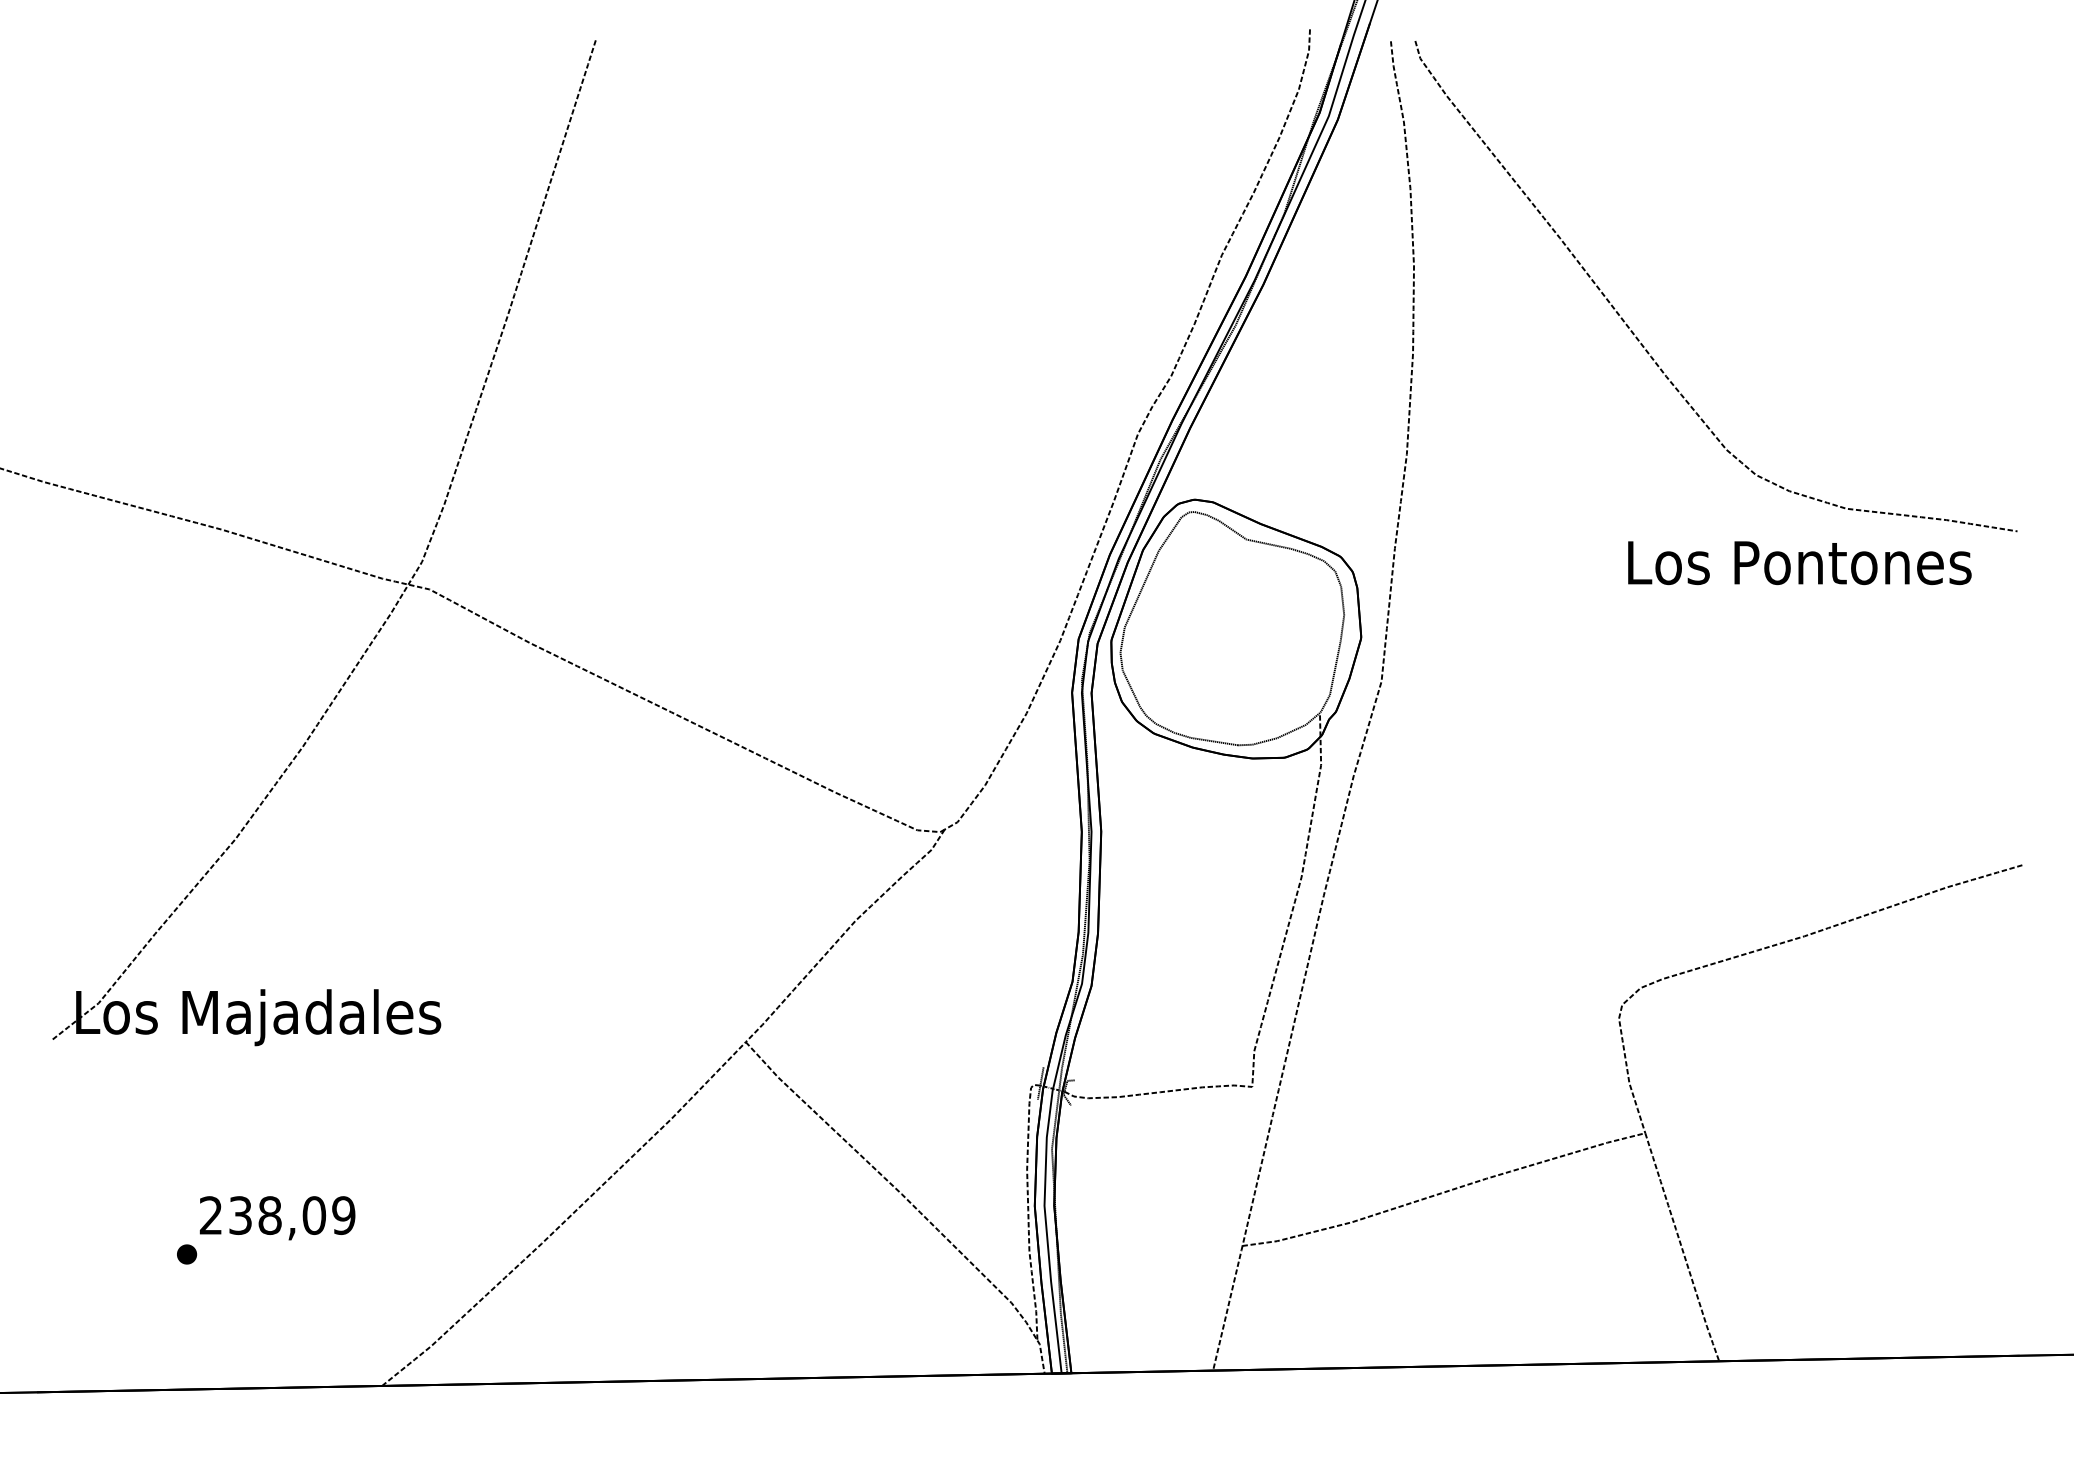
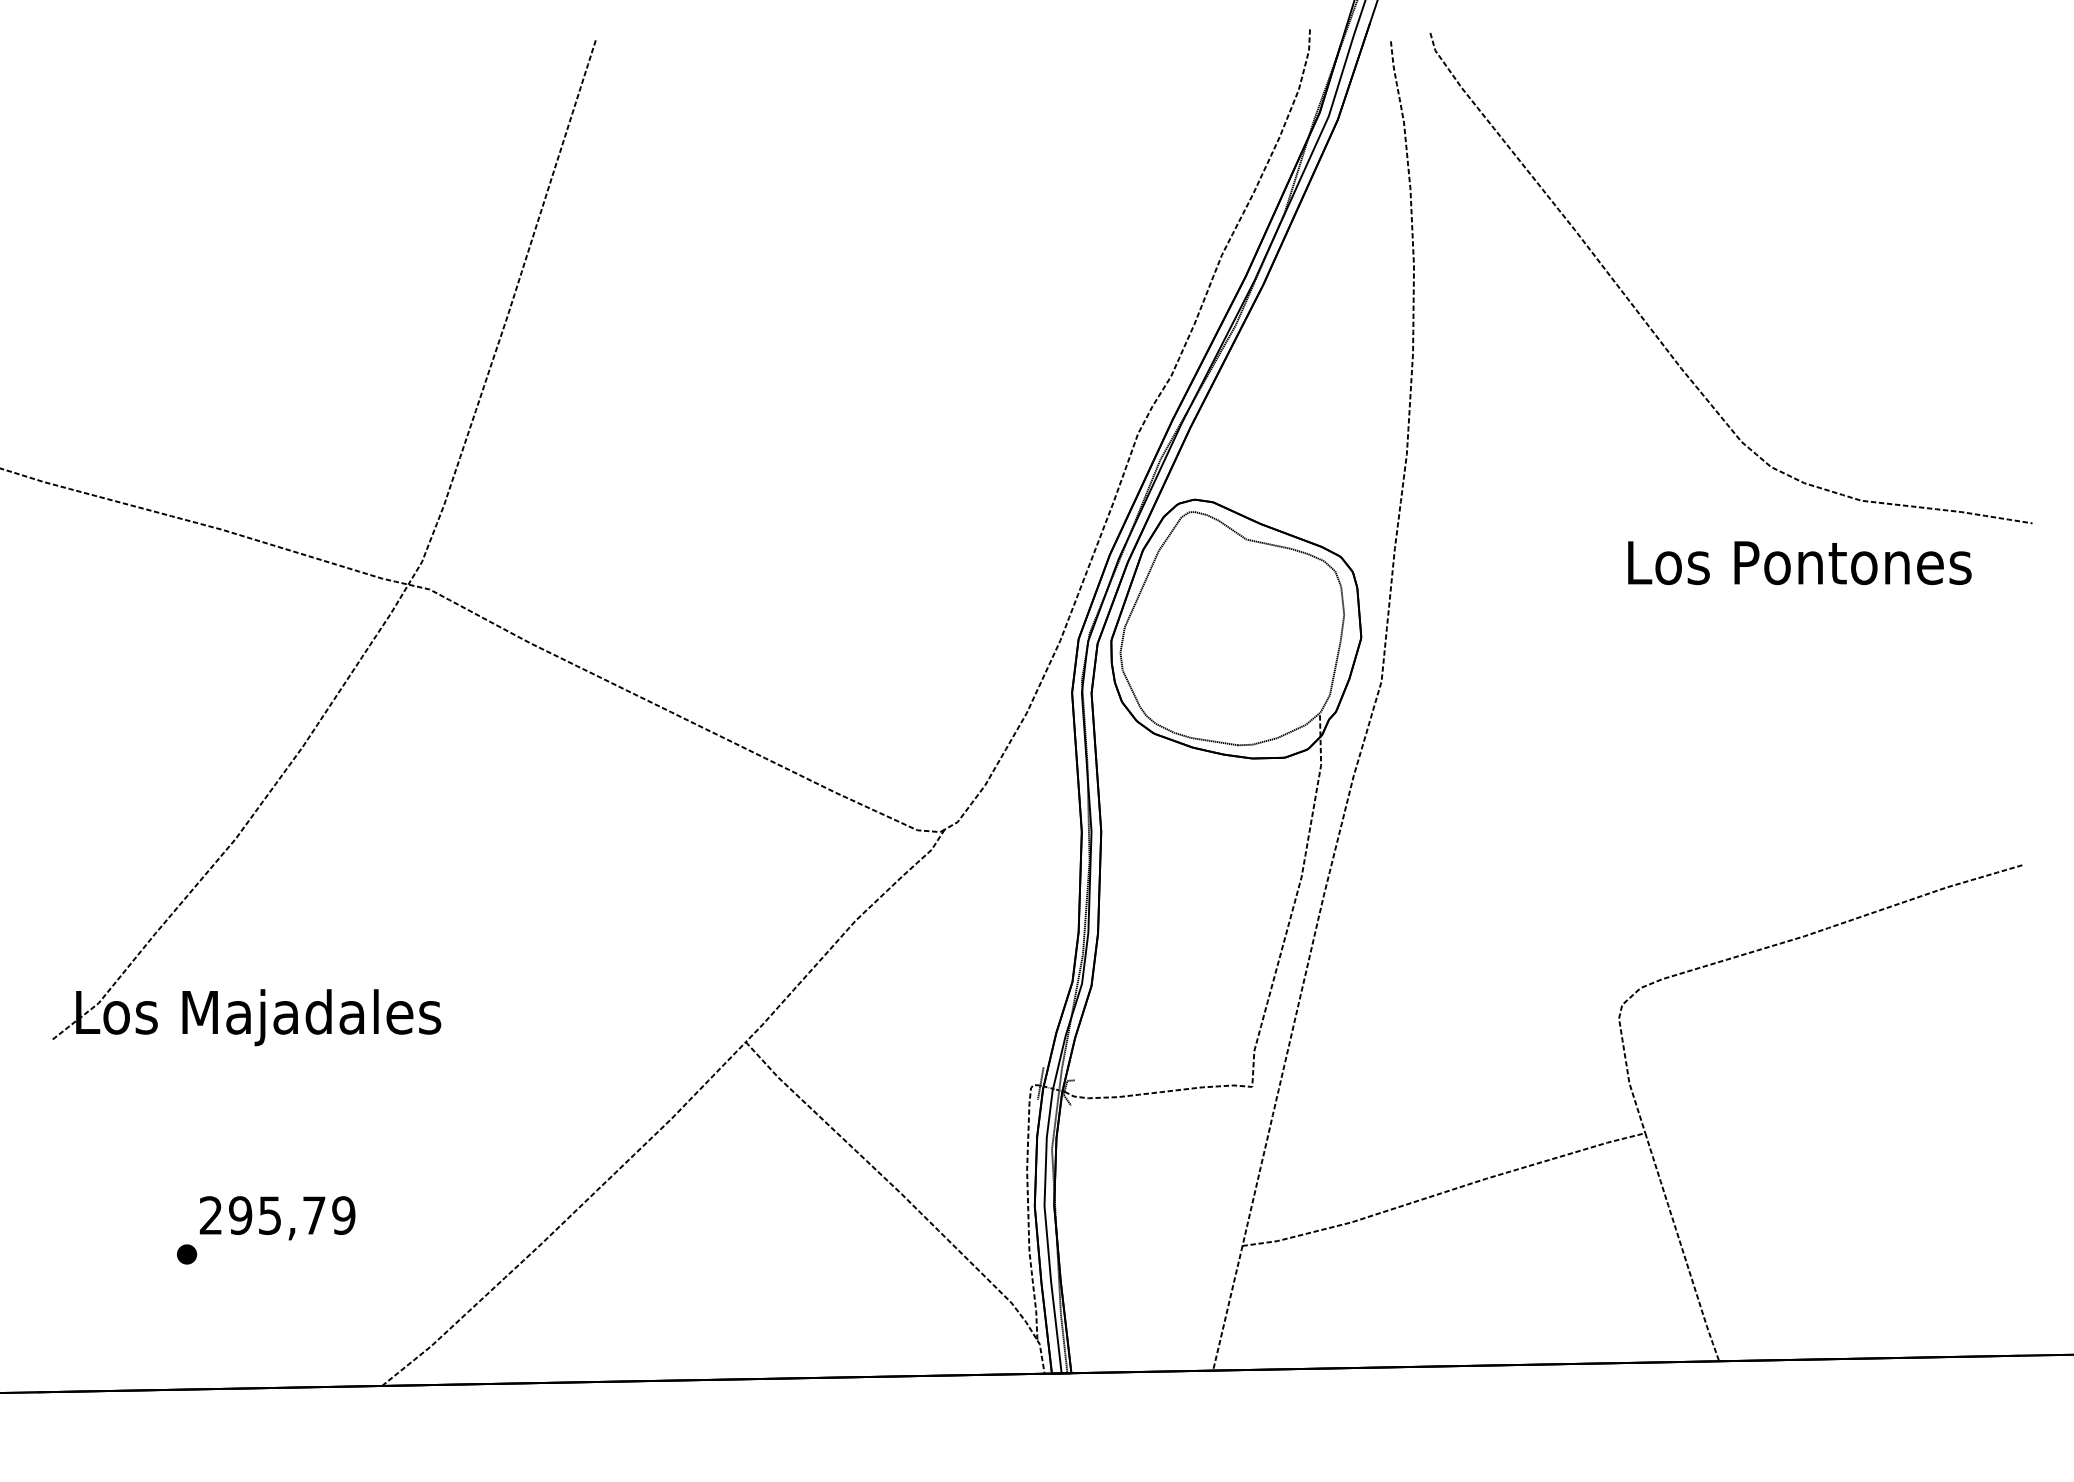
curve at (1642, 343) position: (1642, 343) -> (1657, 335)
text at (277, 1215): 238,09 -> 295,79
